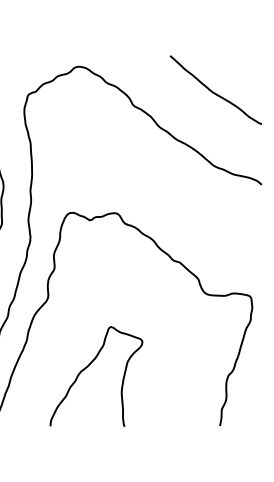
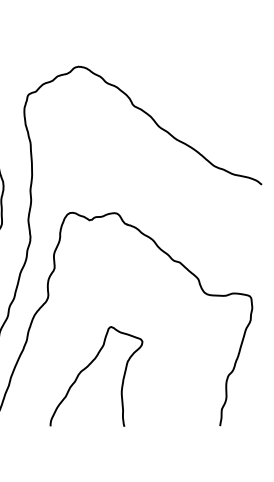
curve at (213, 91): present -> none
